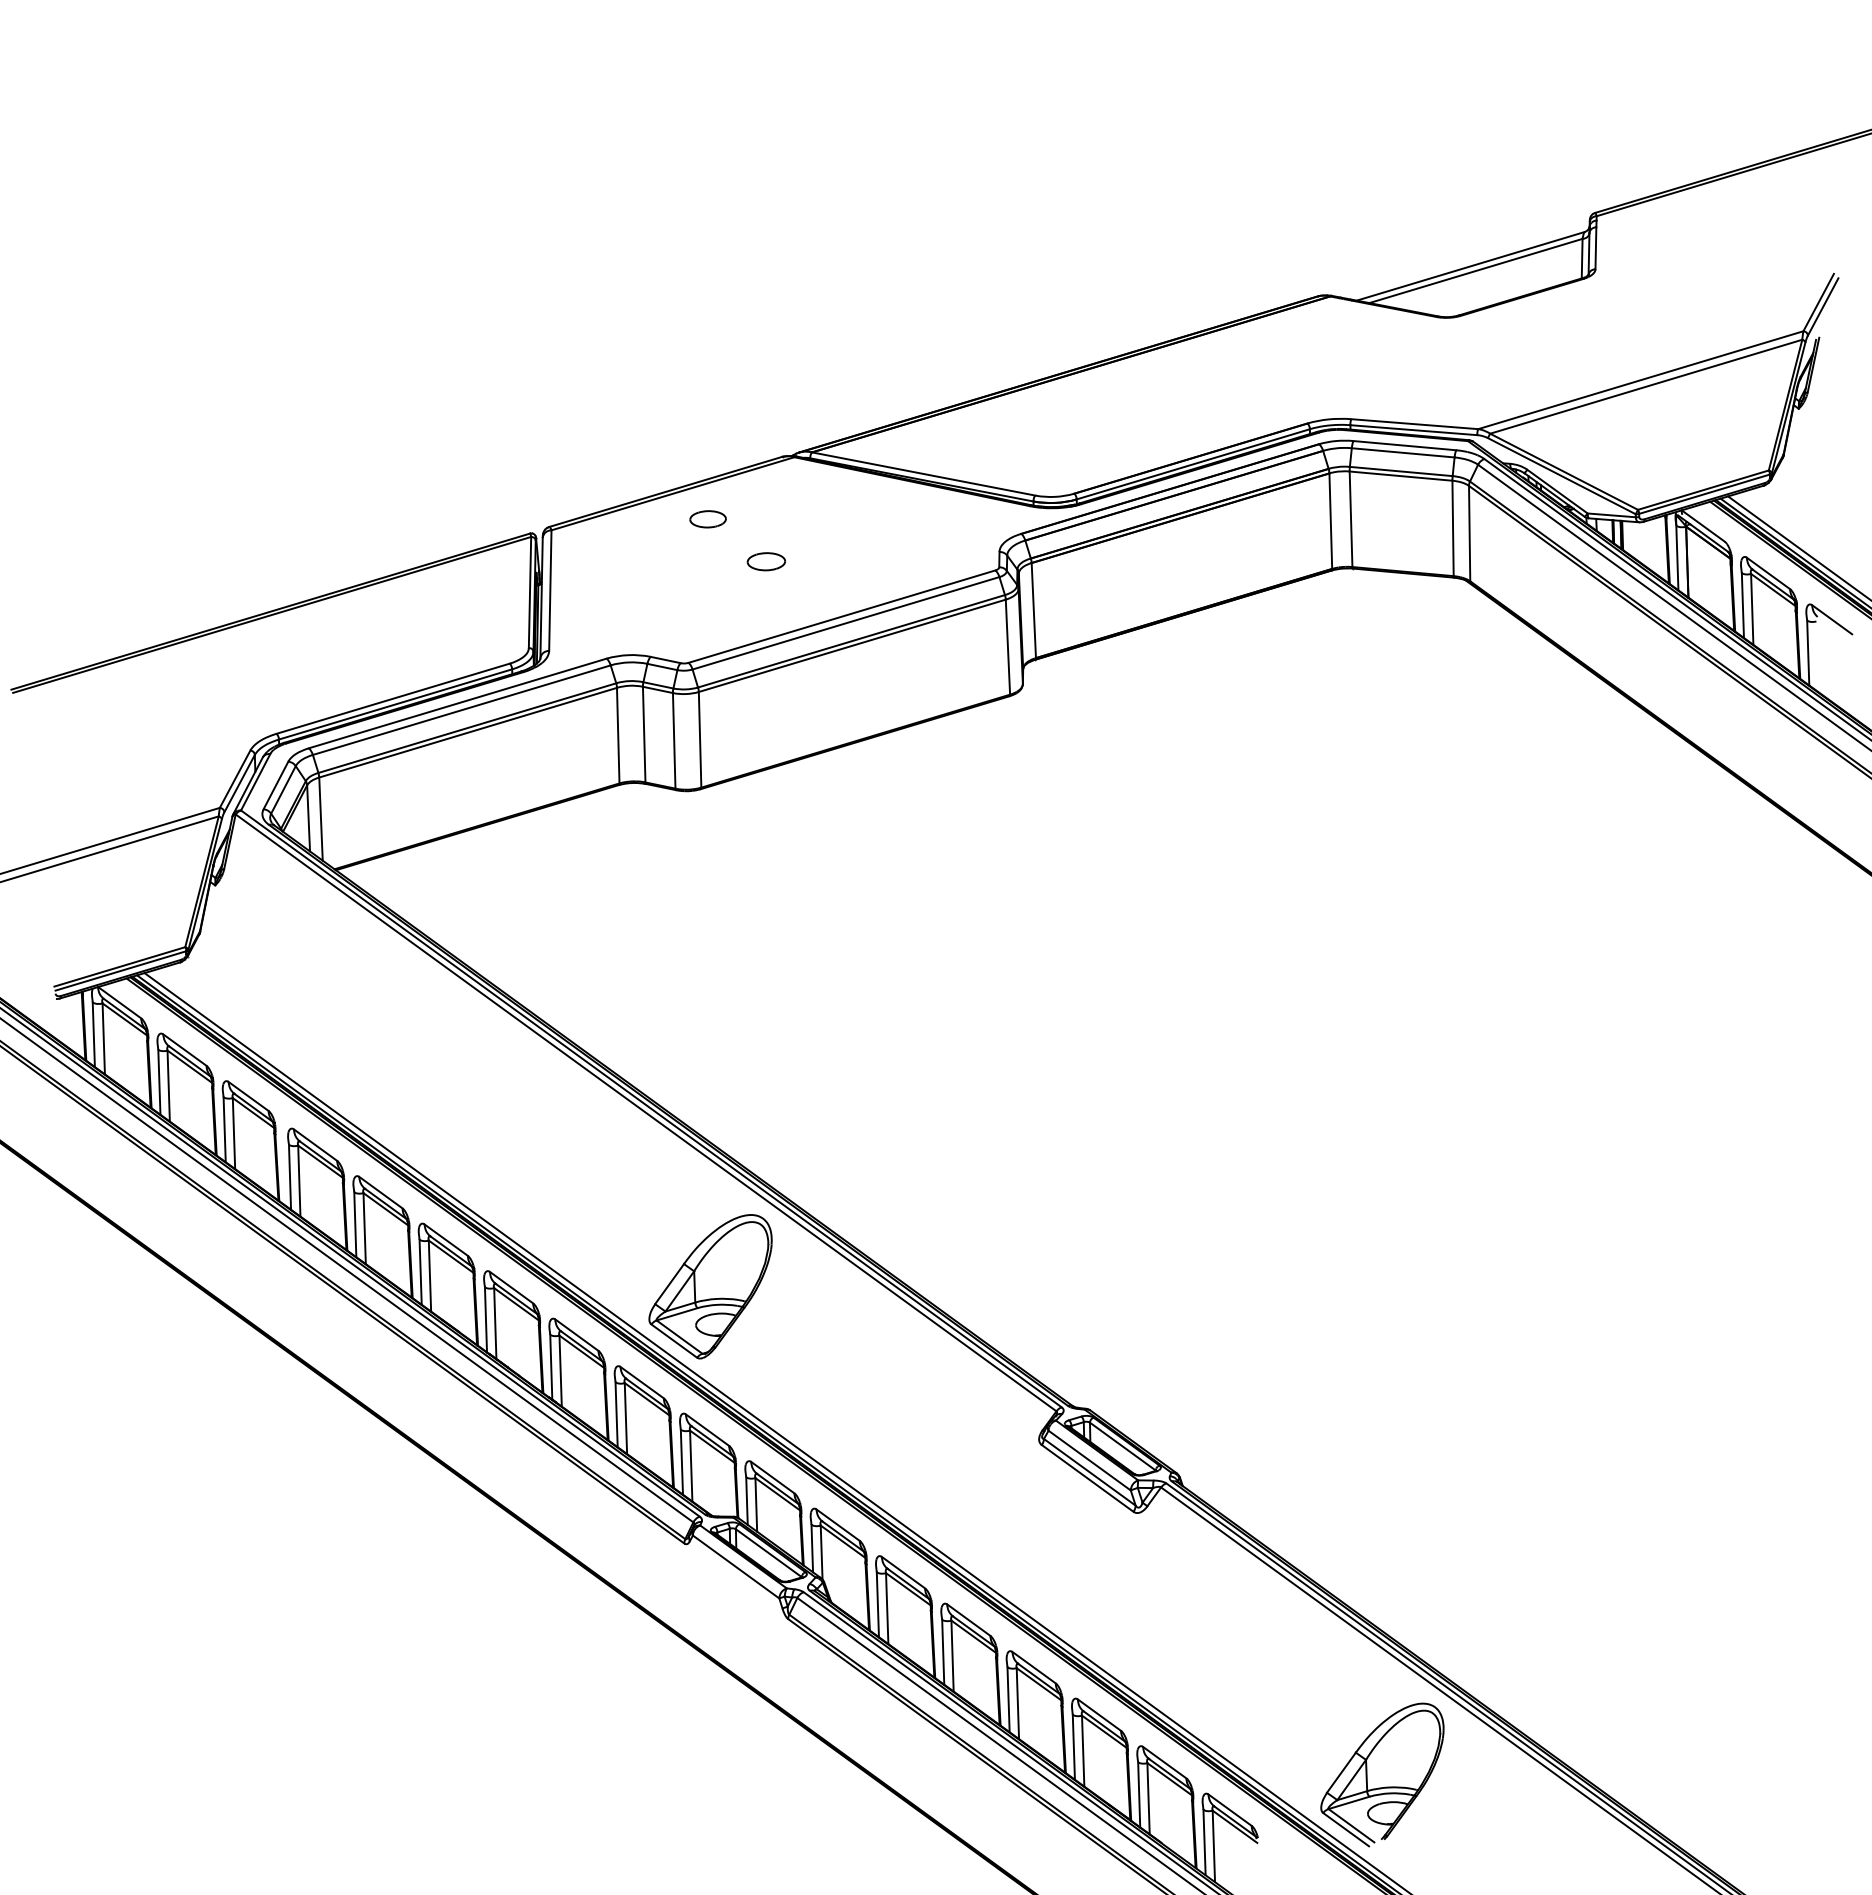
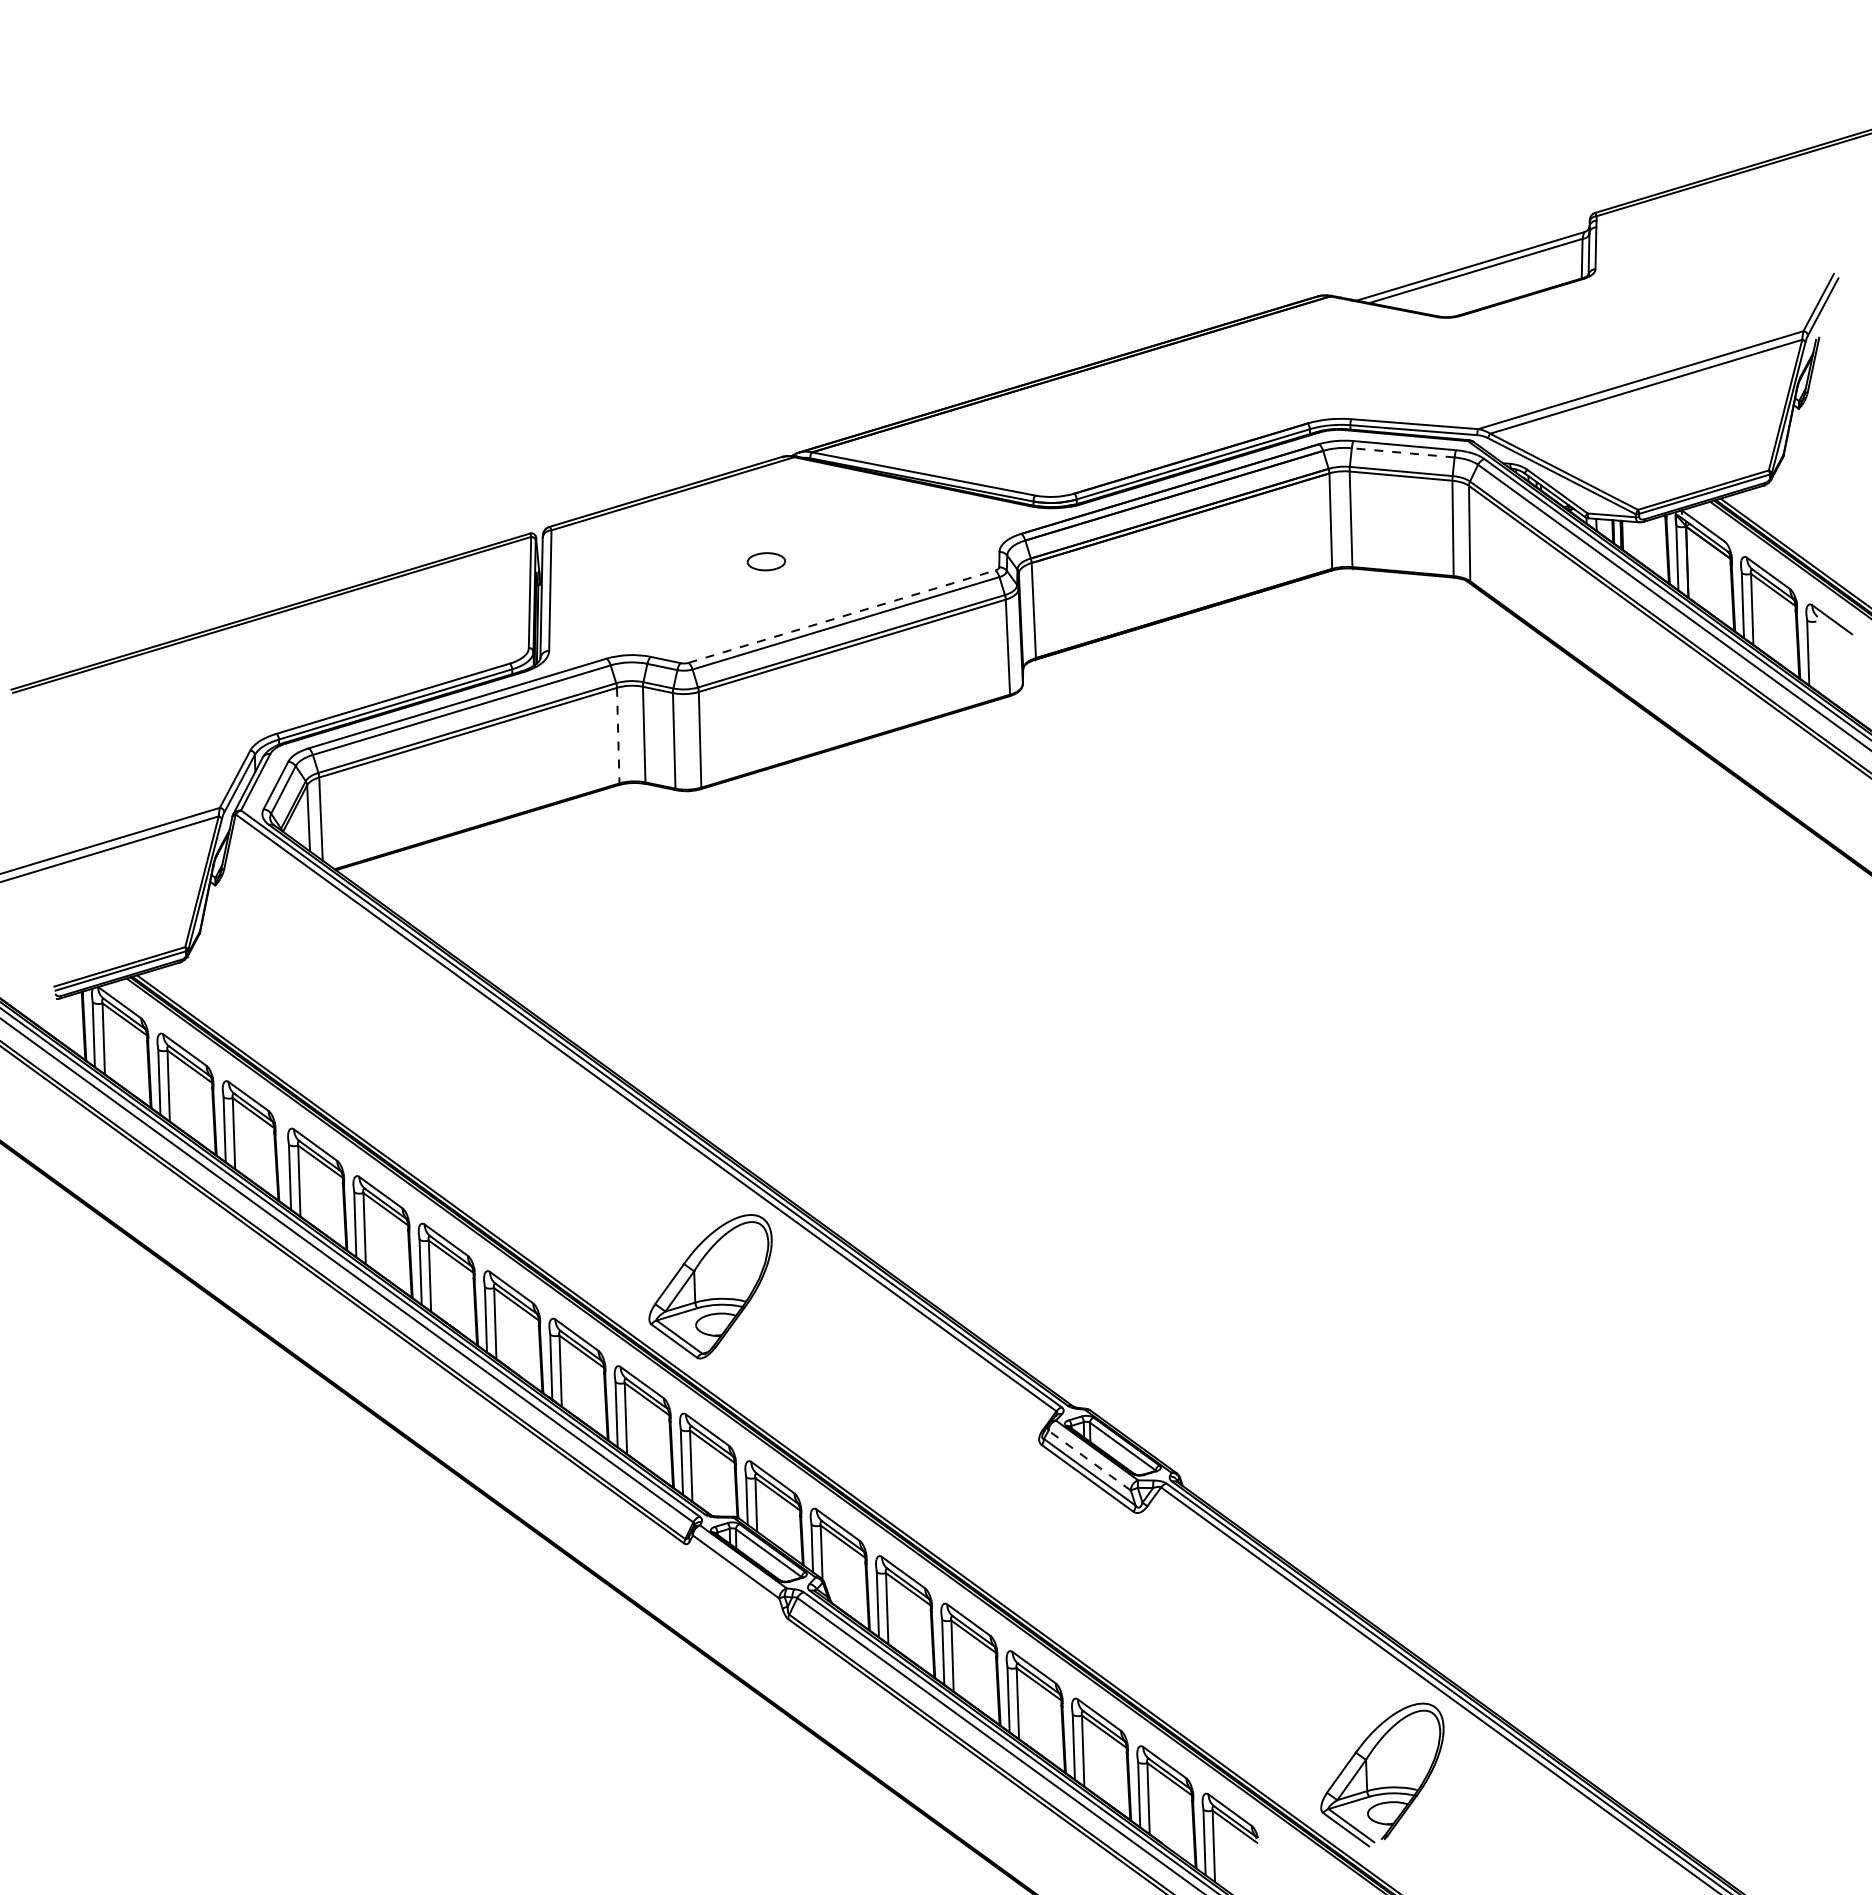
line at (1403, 452): solid -> dashed
part at (707, 519): present -> none
line at (1798, 547): present -> none
line at (842, 616): solid -> dashed
line at (618, 735): solid -> dashed
line at (775, 1432): present -> none
line at (1089, 1460): solid -> dashed
